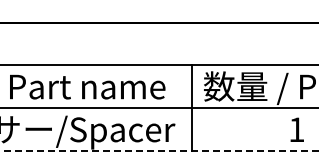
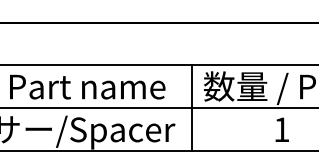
text at (296, 129) position: (296, 129) -> (281, 129)
line at (159, 151): dashed -> solid
